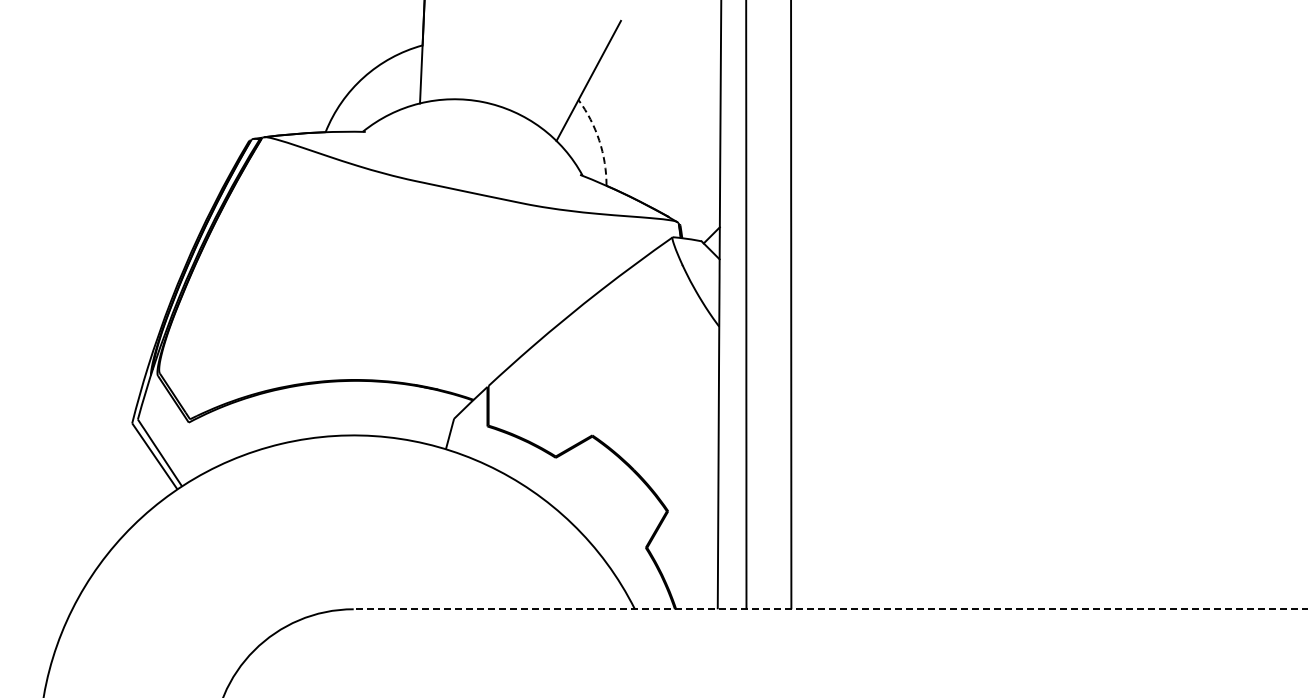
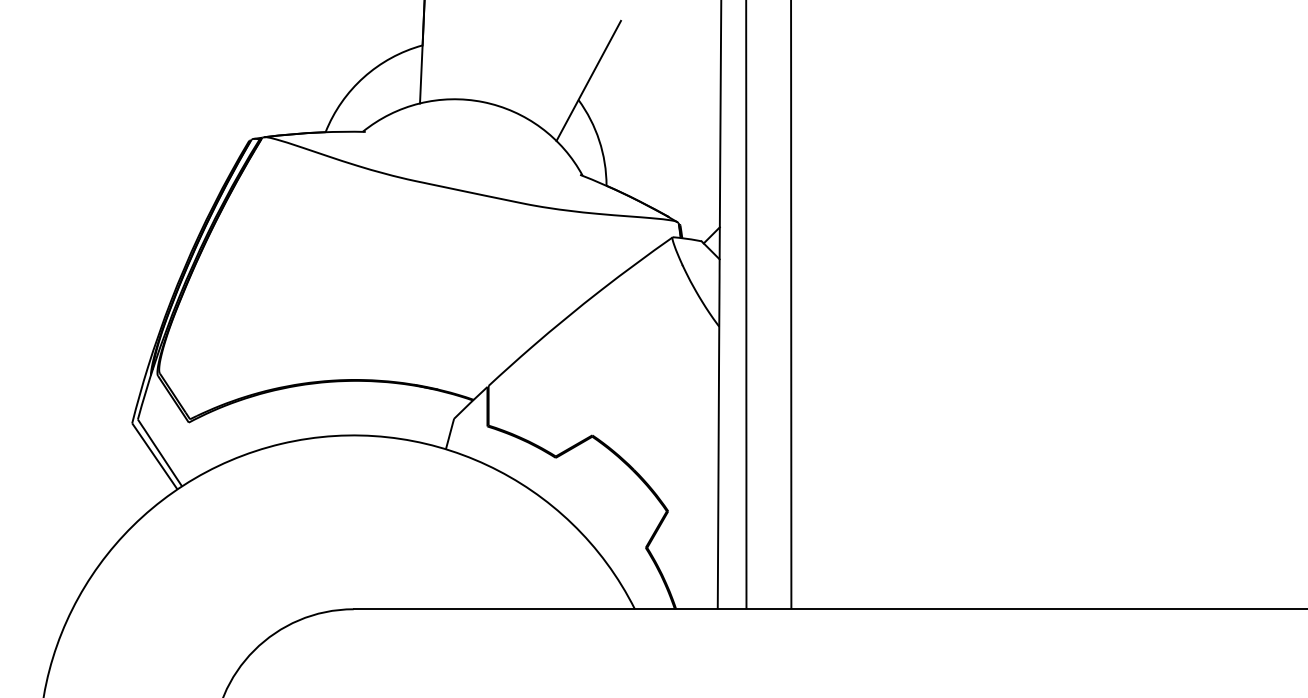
arc at (599, 140): dashed -> solid
line at (830, 609): dashed -> solid
